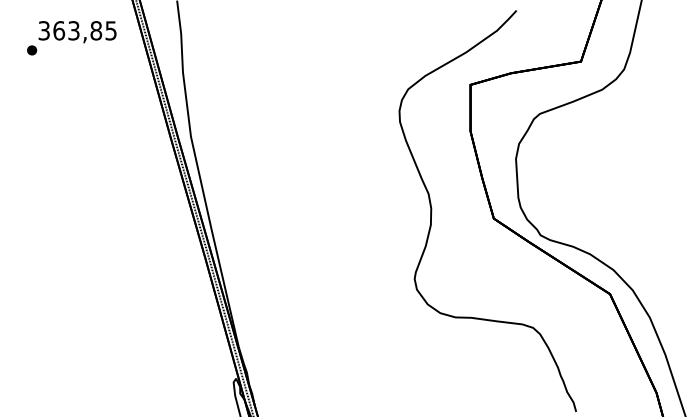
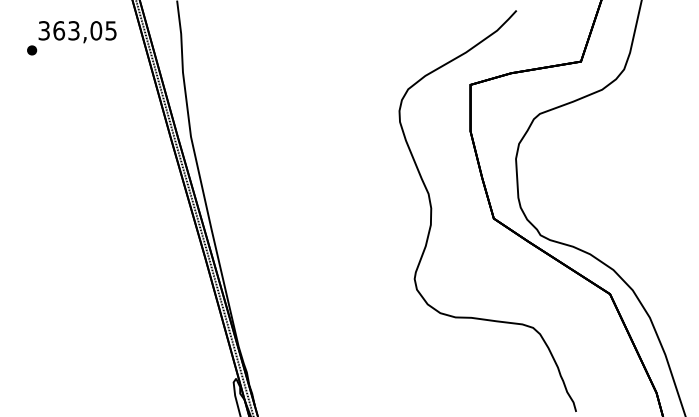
text at (96, 30): 363,85 -> 363,05
